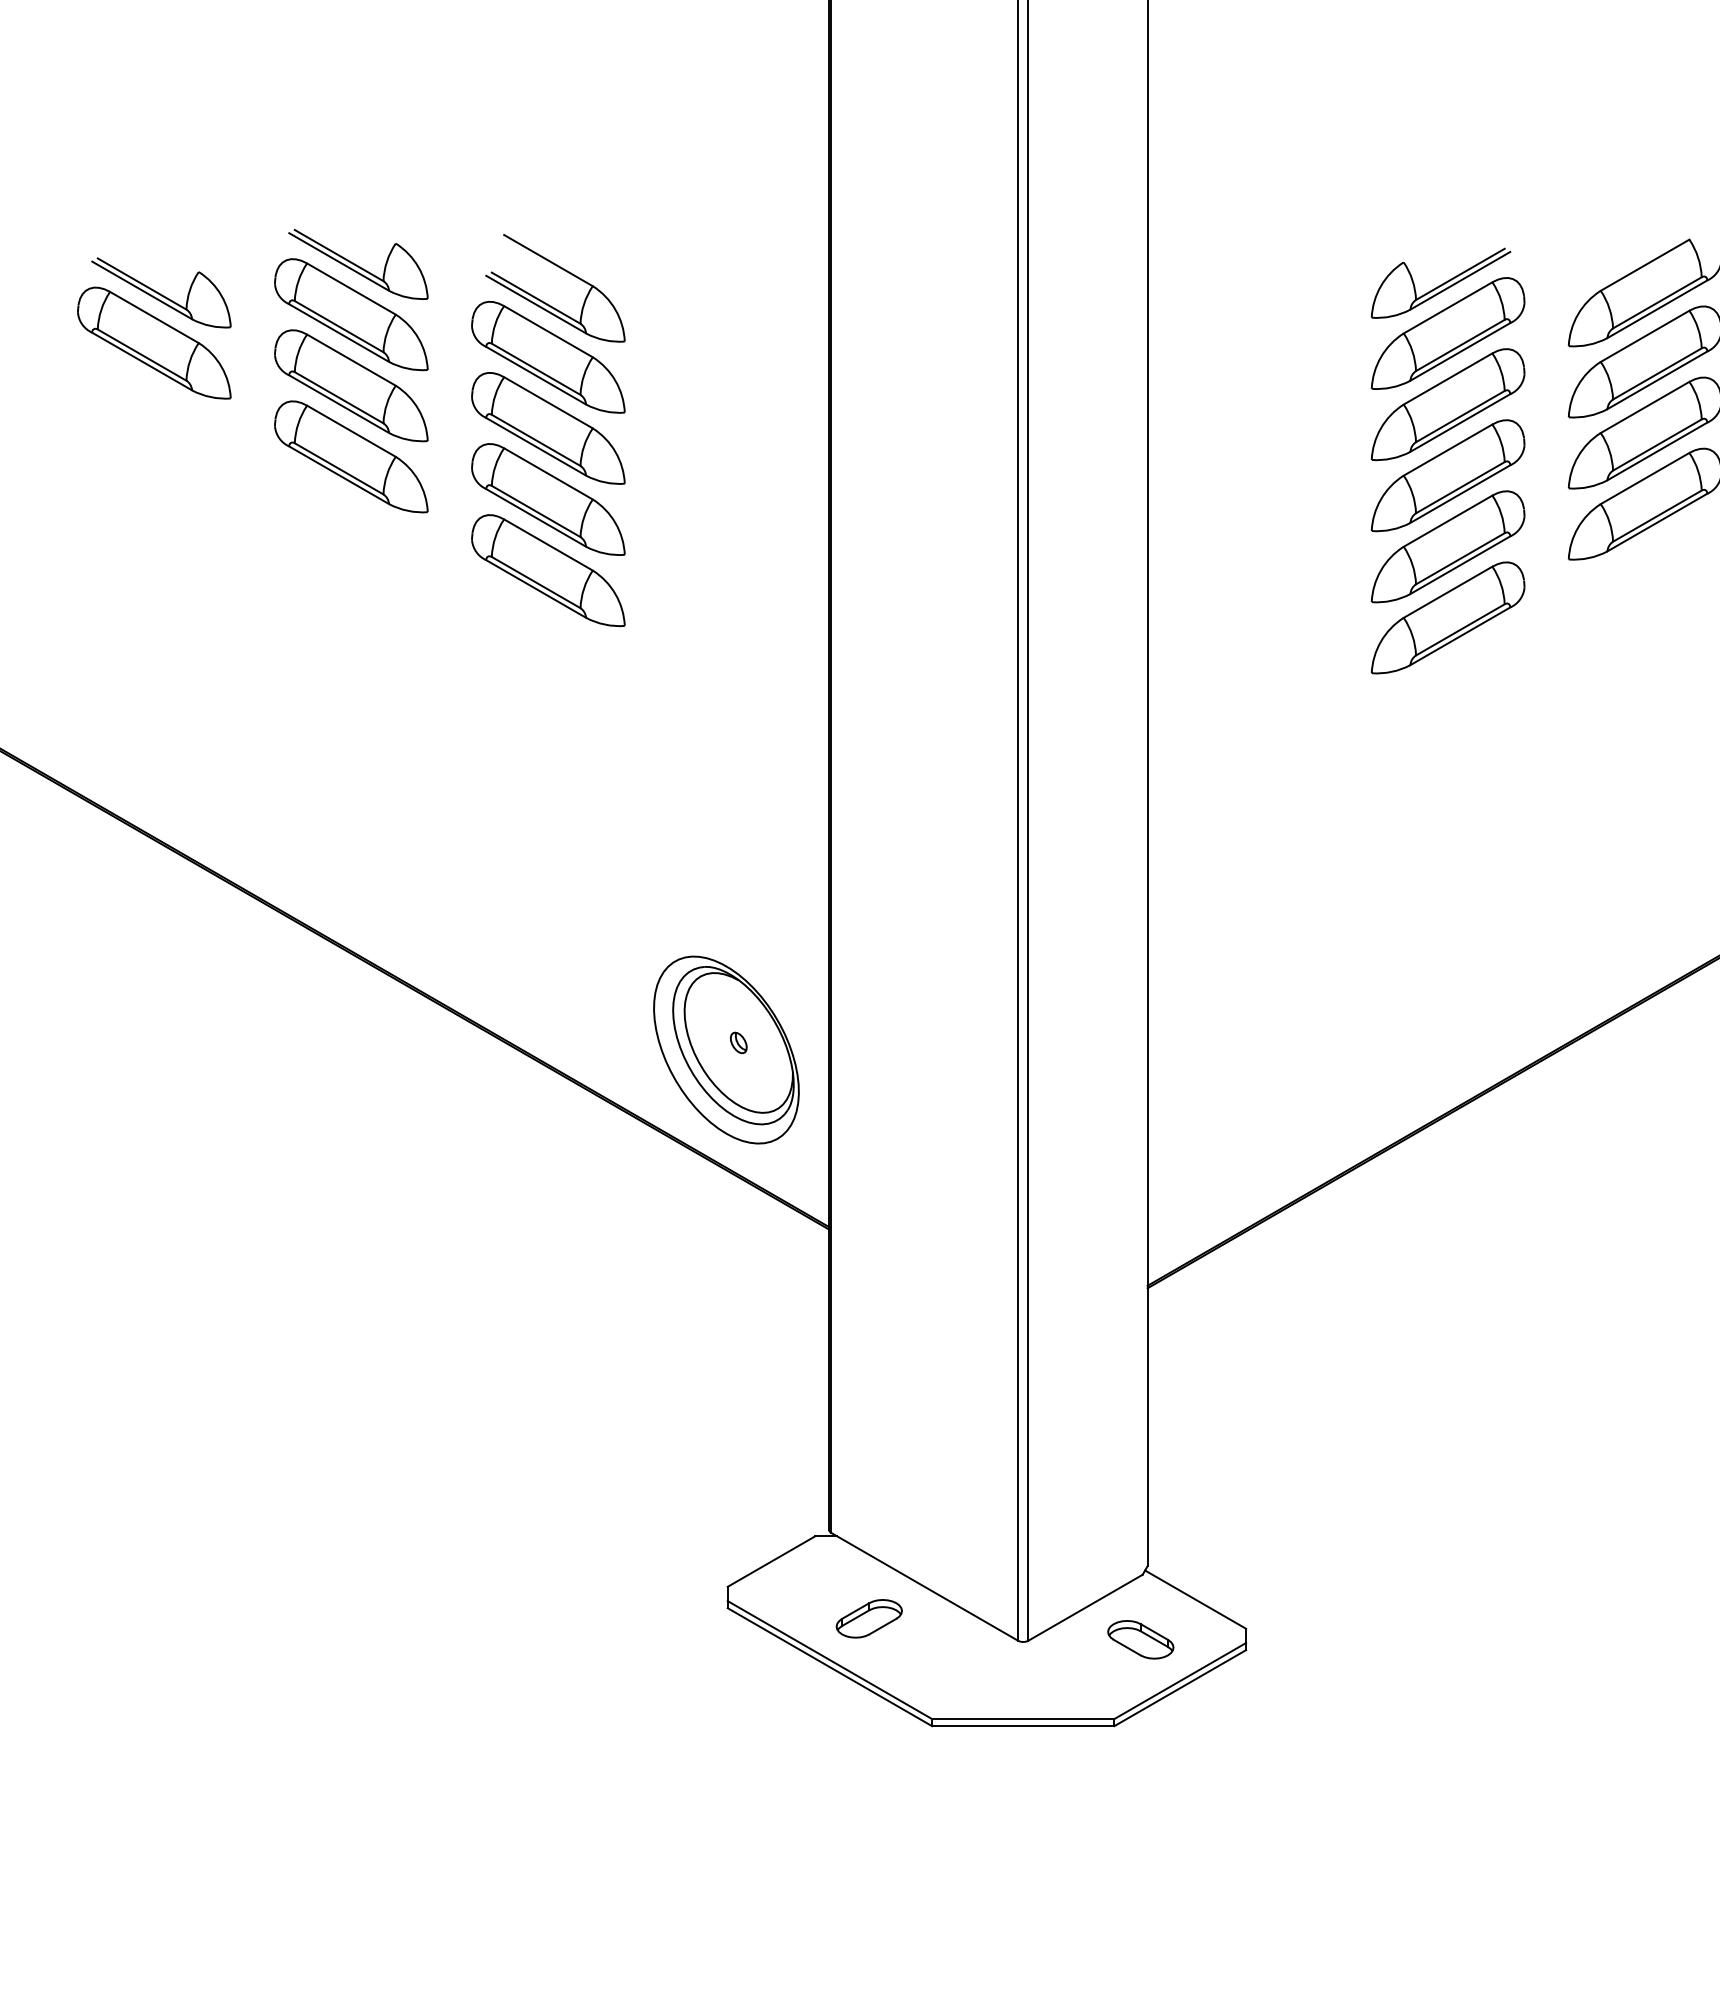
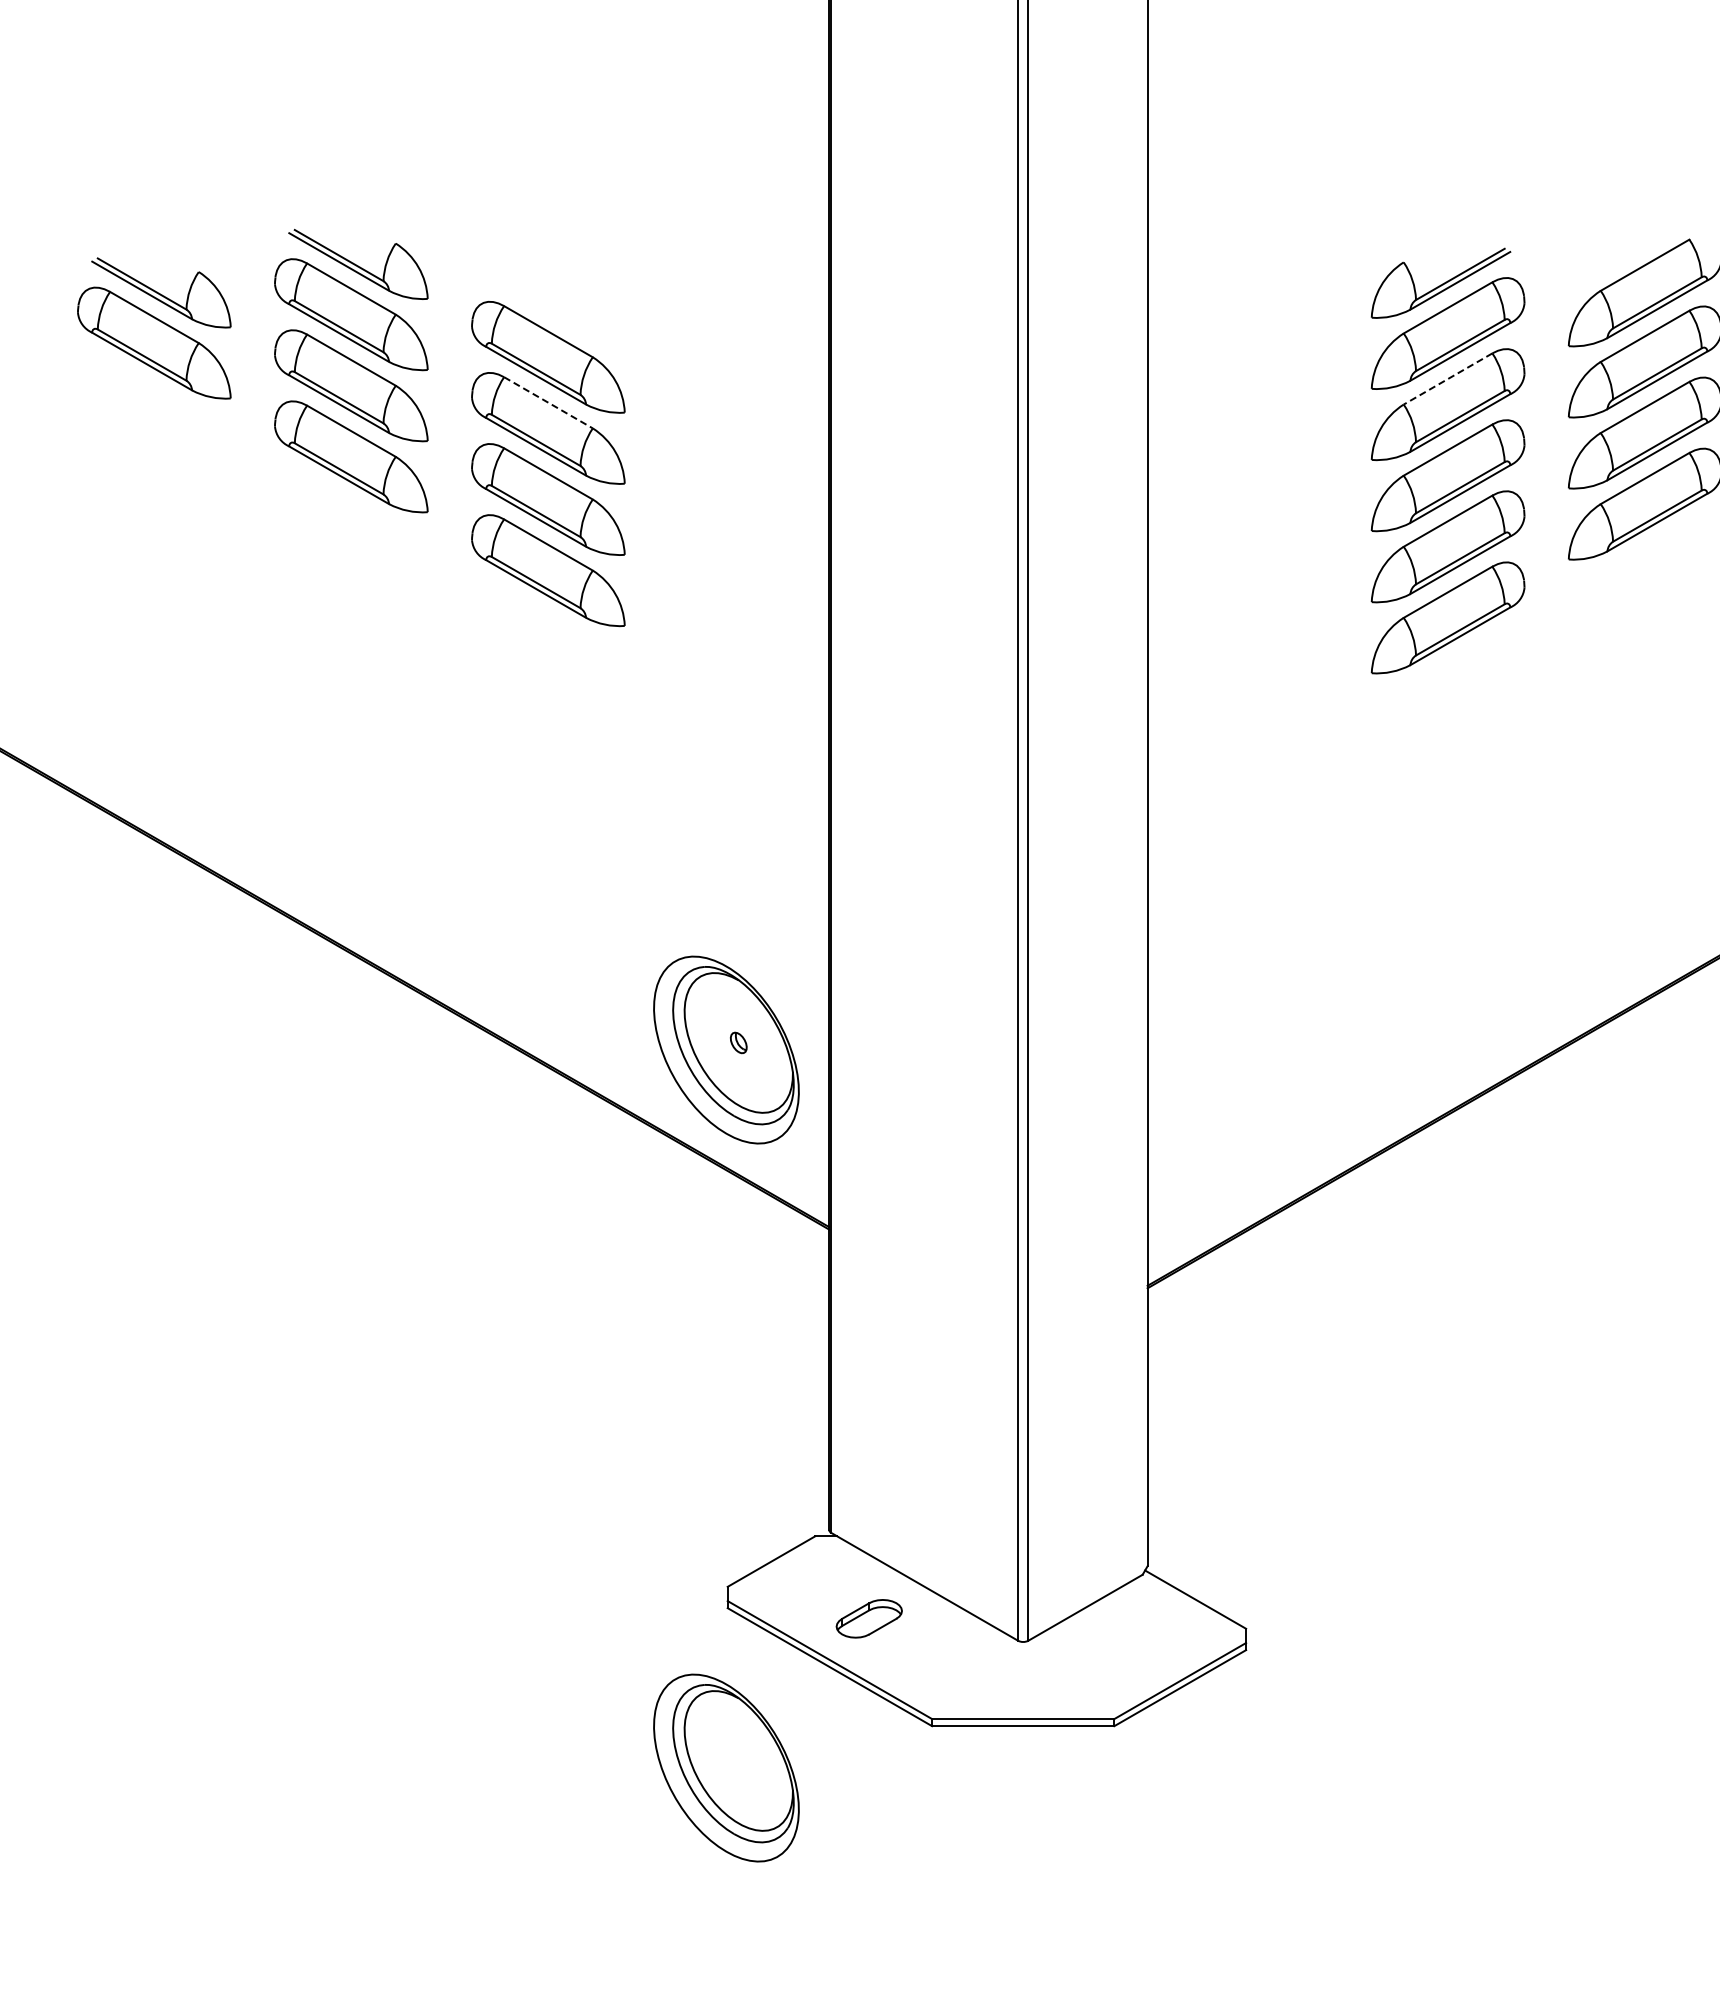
part at (547, 303): present -> none
line at (1447, 379): solid -> dashed
line at (548, 403): solid -> dashed
part at (1140, 1639): present -> none
part at (726, 1767): none -> present
